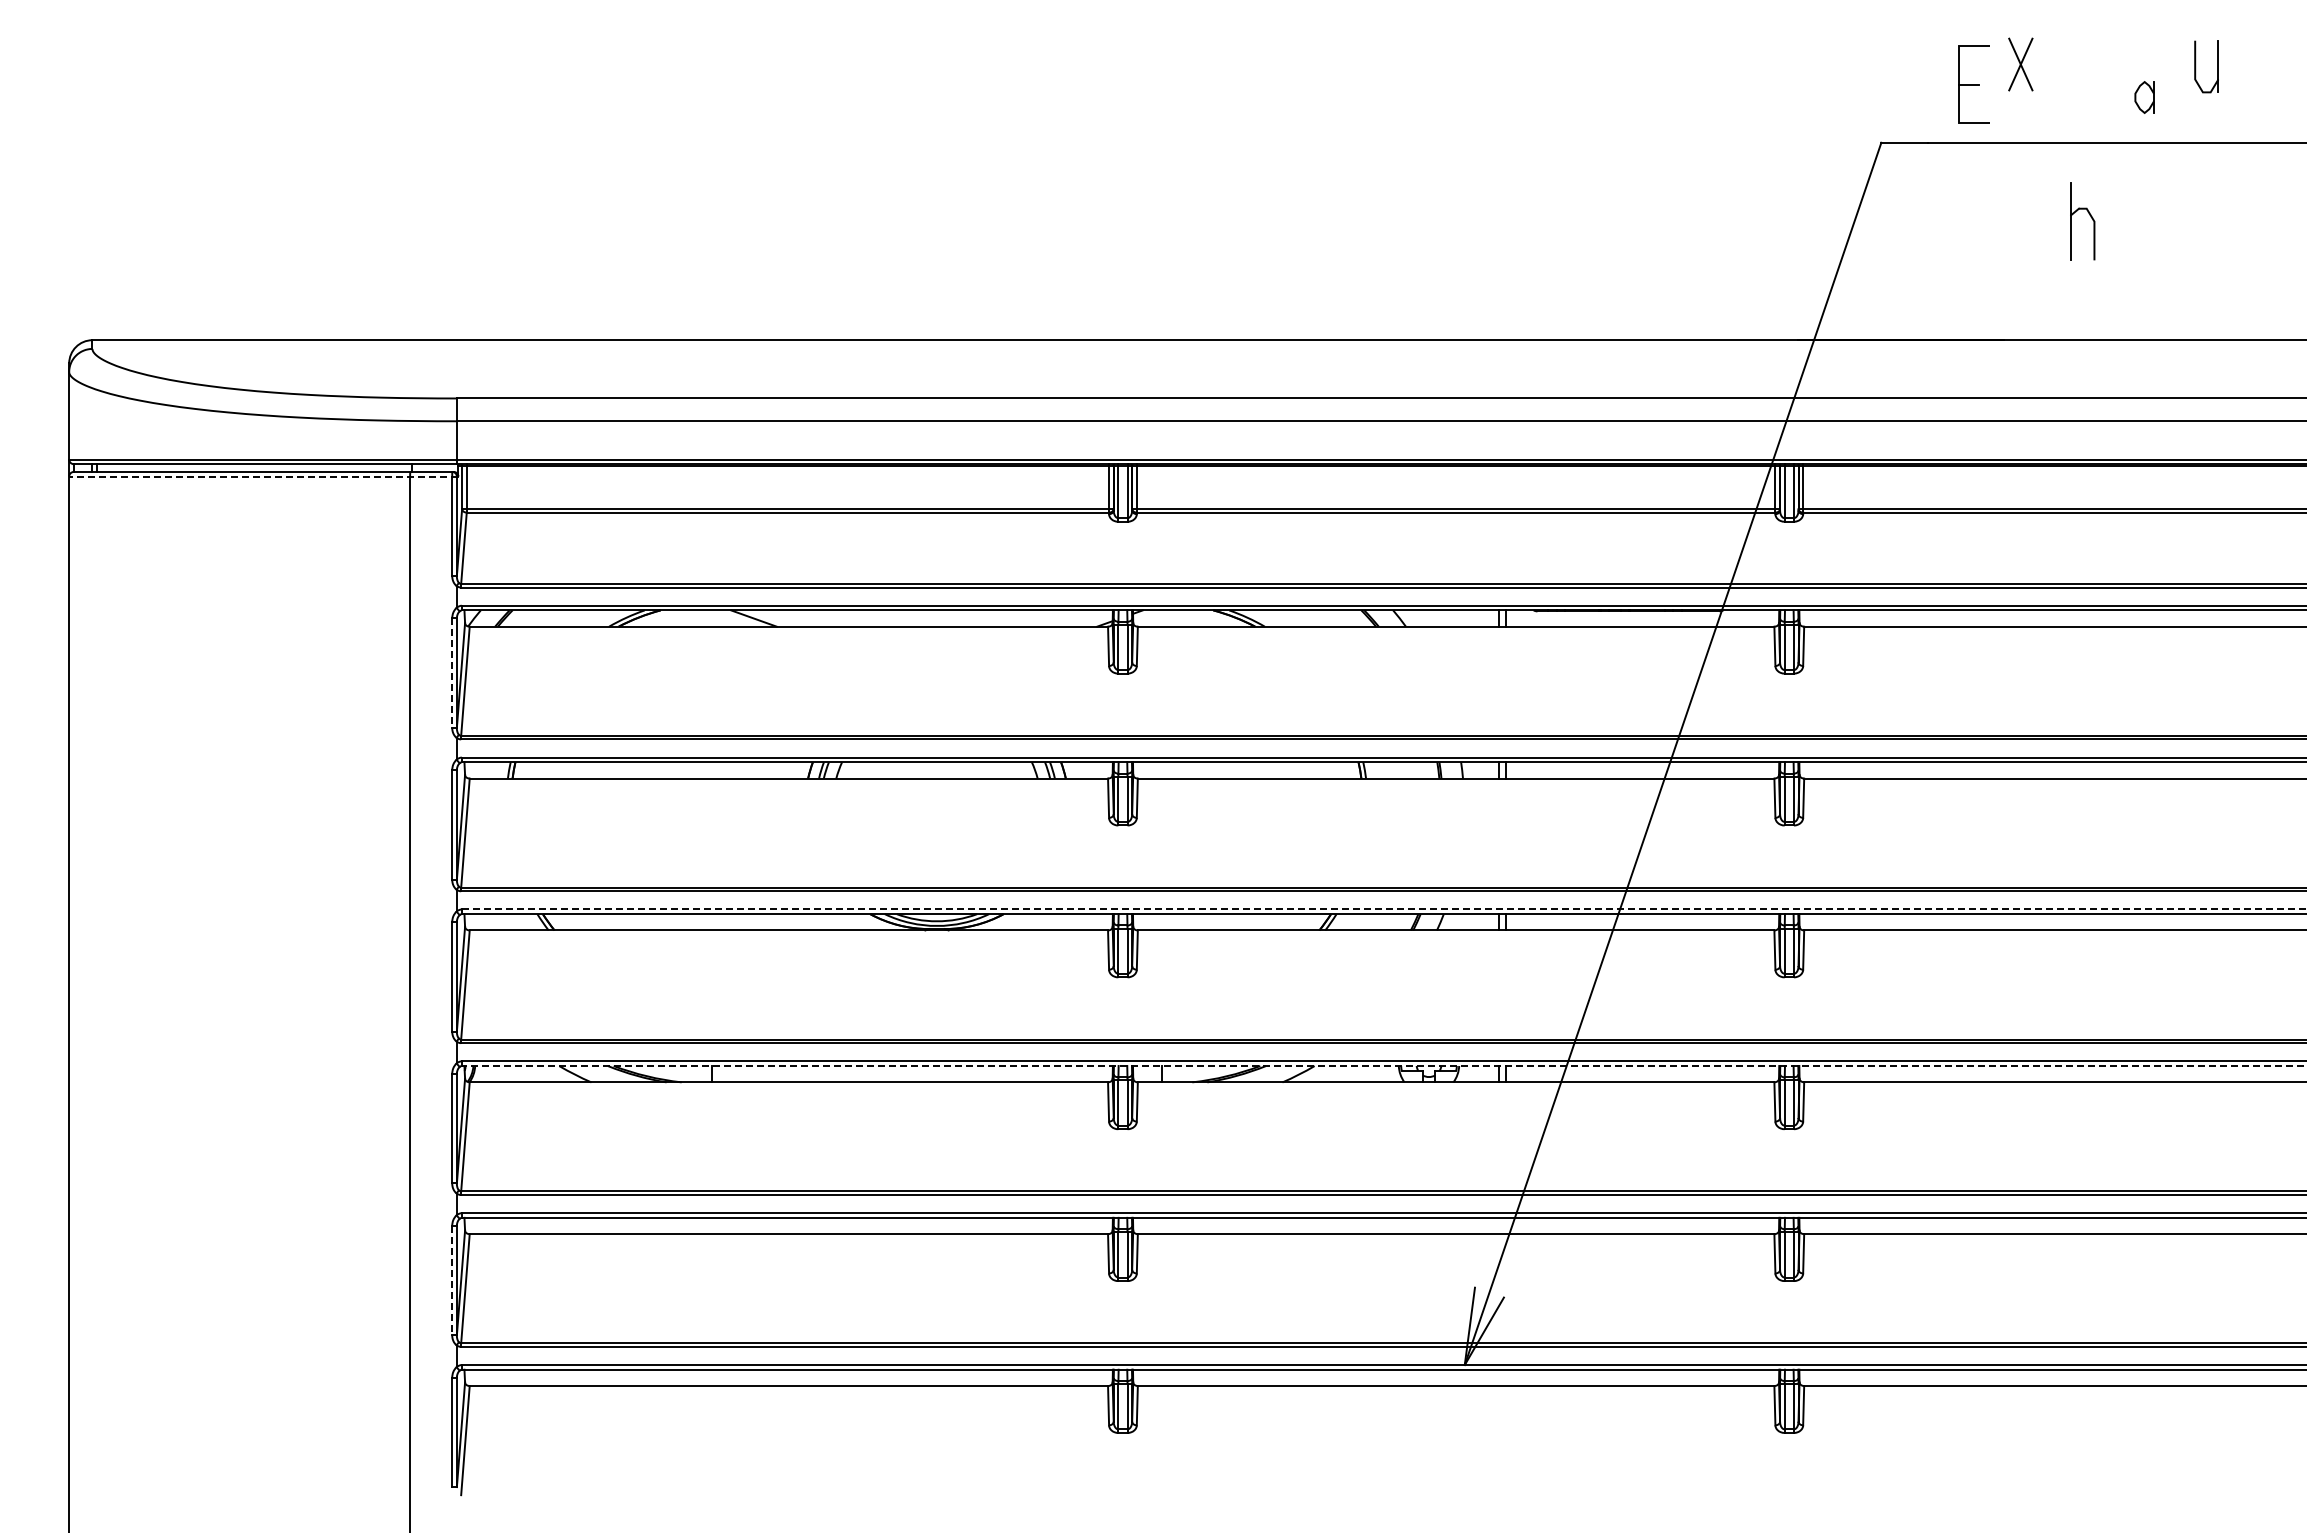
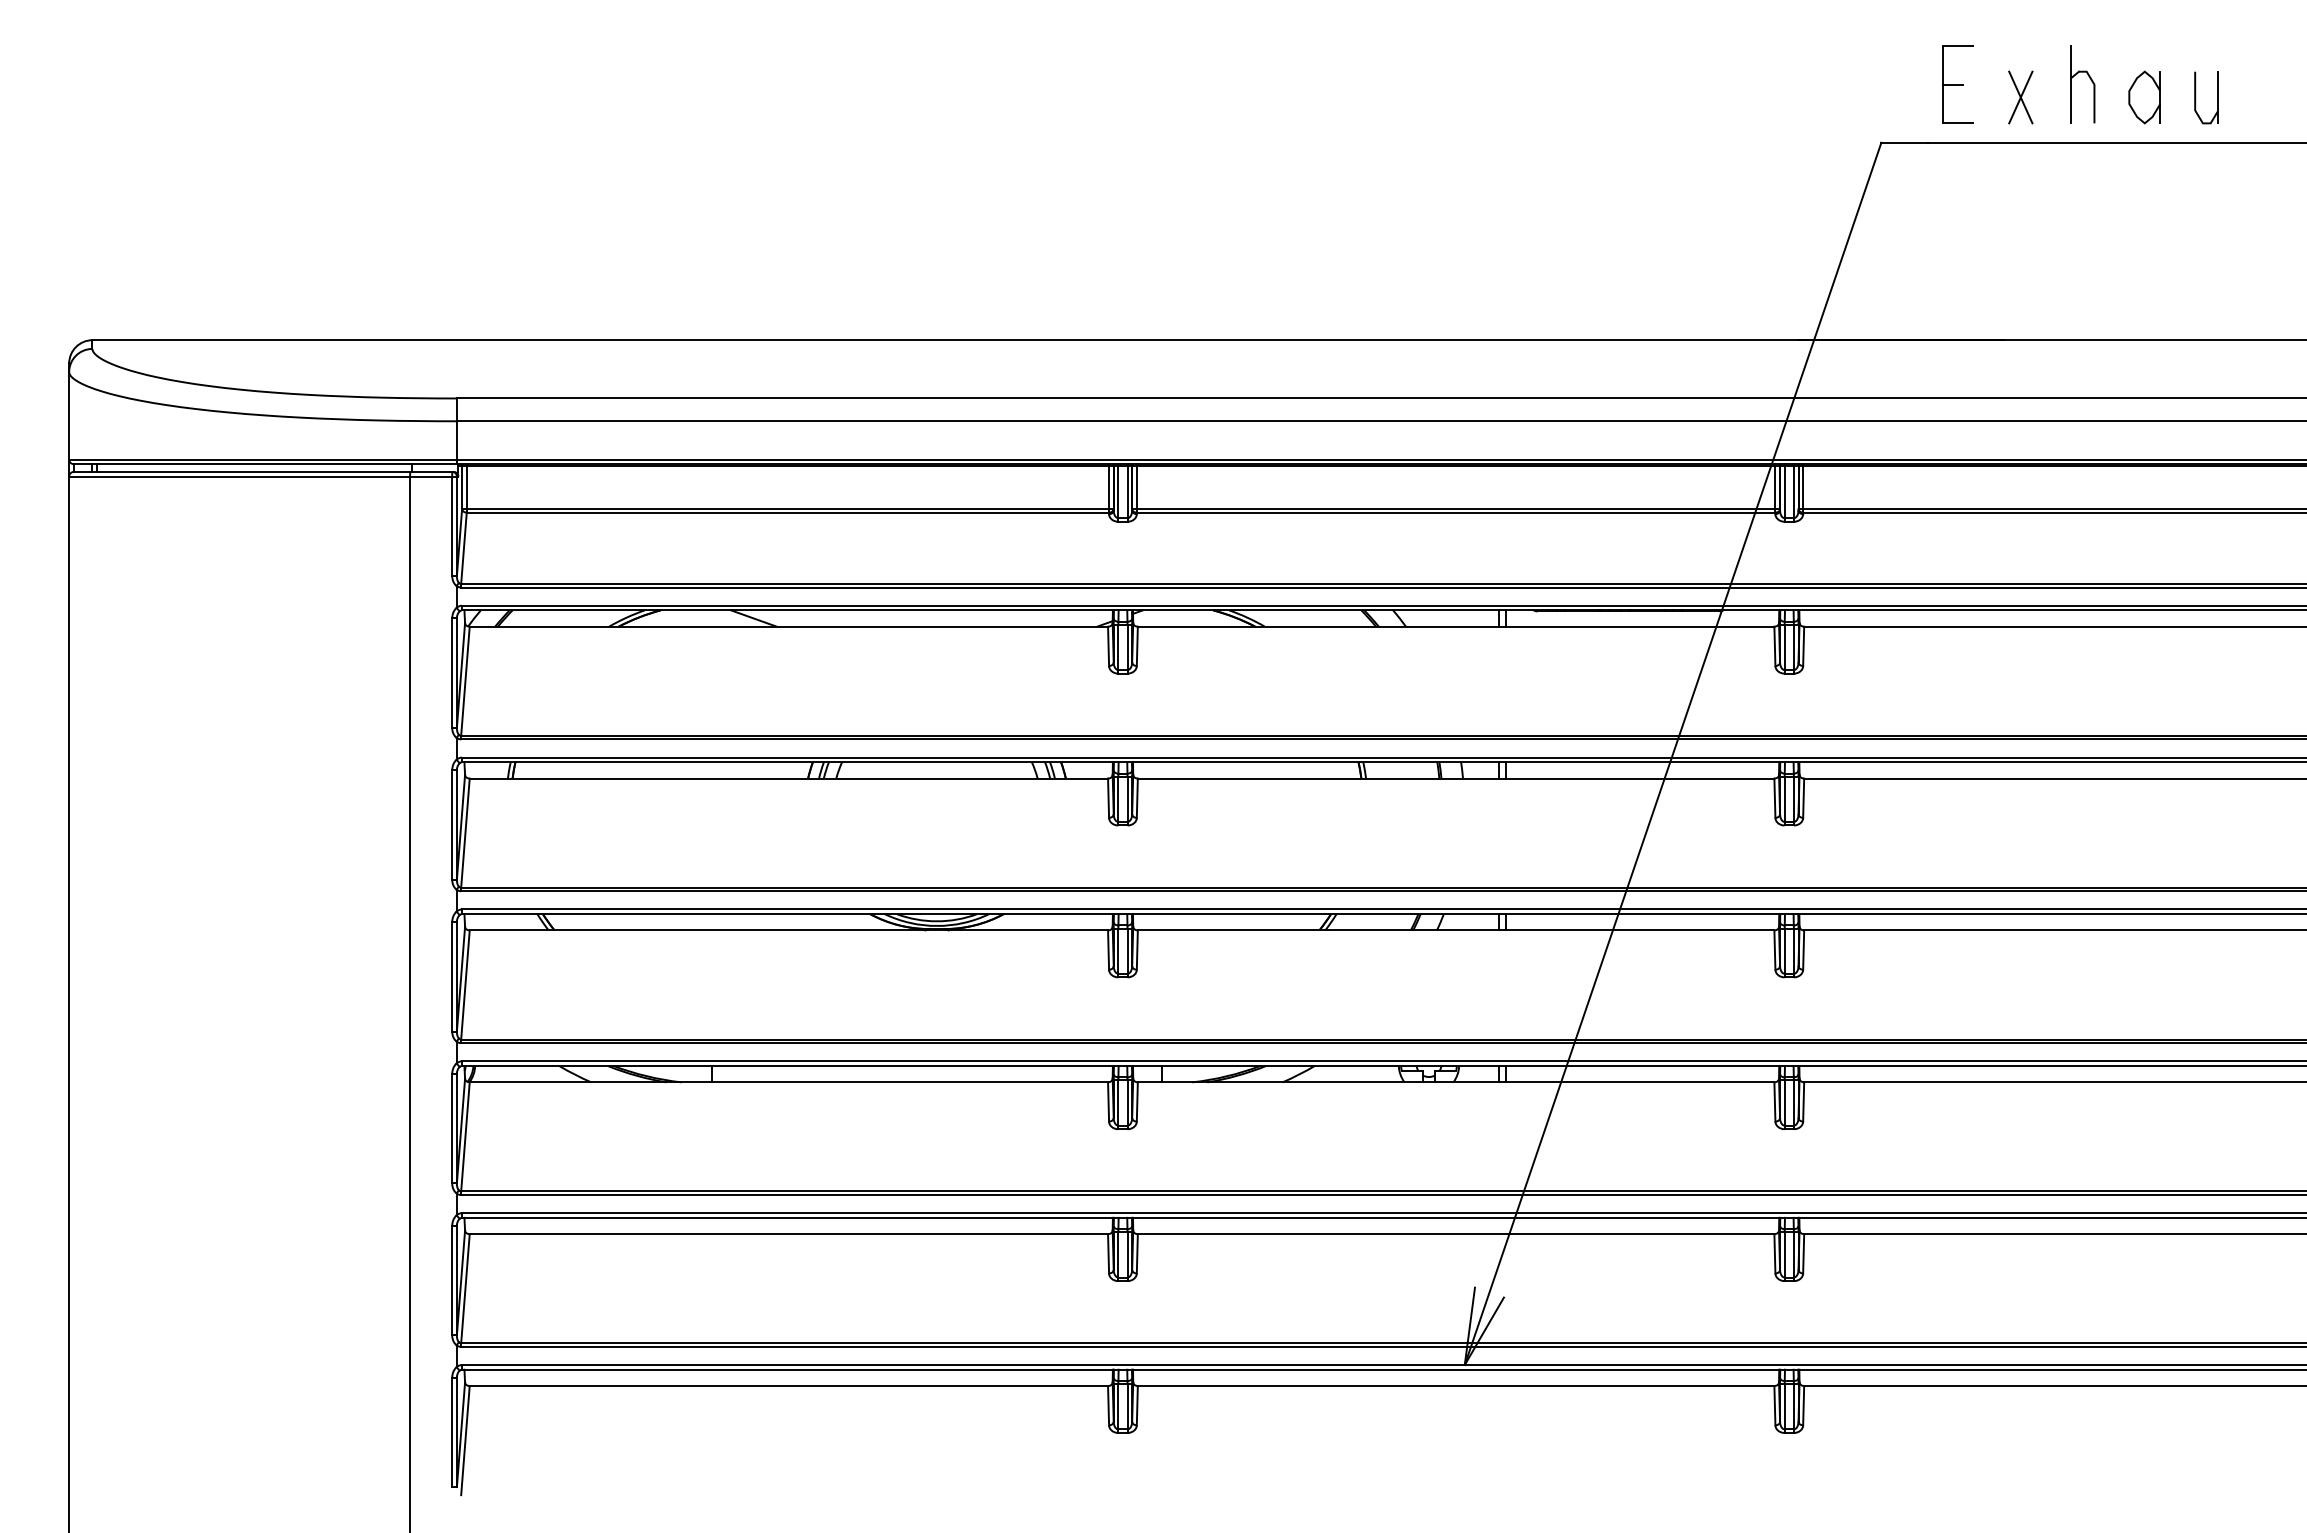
part at (2020, 64) position: (2020, 64) -> (2020, 97)
part at (2196, 66) position: (2196, 66) -> (2196, 97)
part at (1973, 84) position: (1973, 84) -> (1957, 84)
part at (2144, 97) size: 21x33 px -> 33x55 px
part at (2090, 217) position: (2090, 217) -> (2090, 80)
line at (263, 476): dashed -> solid
line at (452, 673): dashed -> solid
line at (1384, 909): dashed -> solid
line at (1383, 1066): dashed -> solid
line at (452, 1280): dashed -> solid
